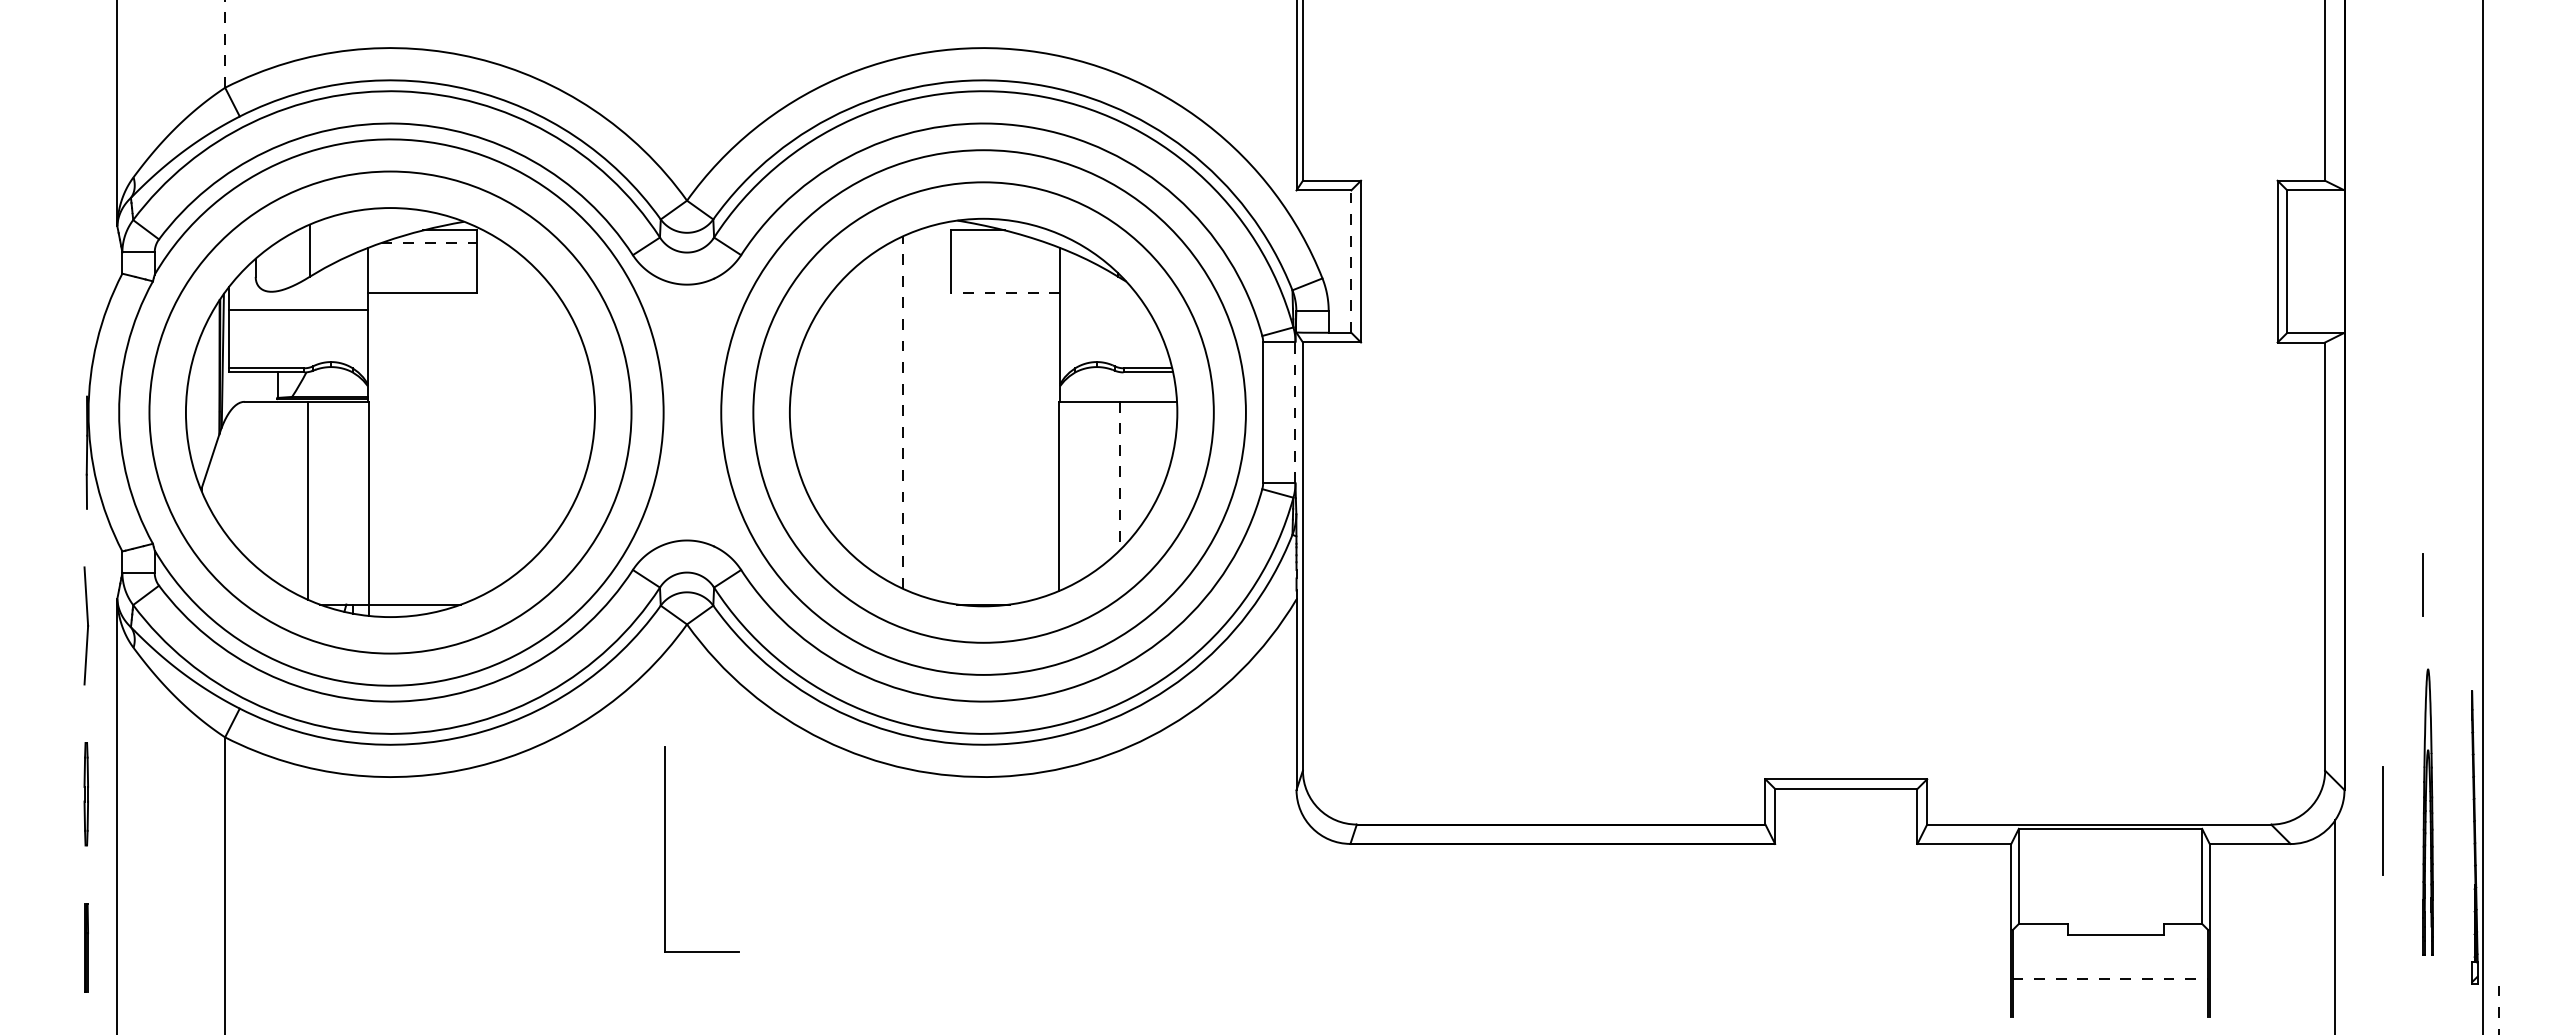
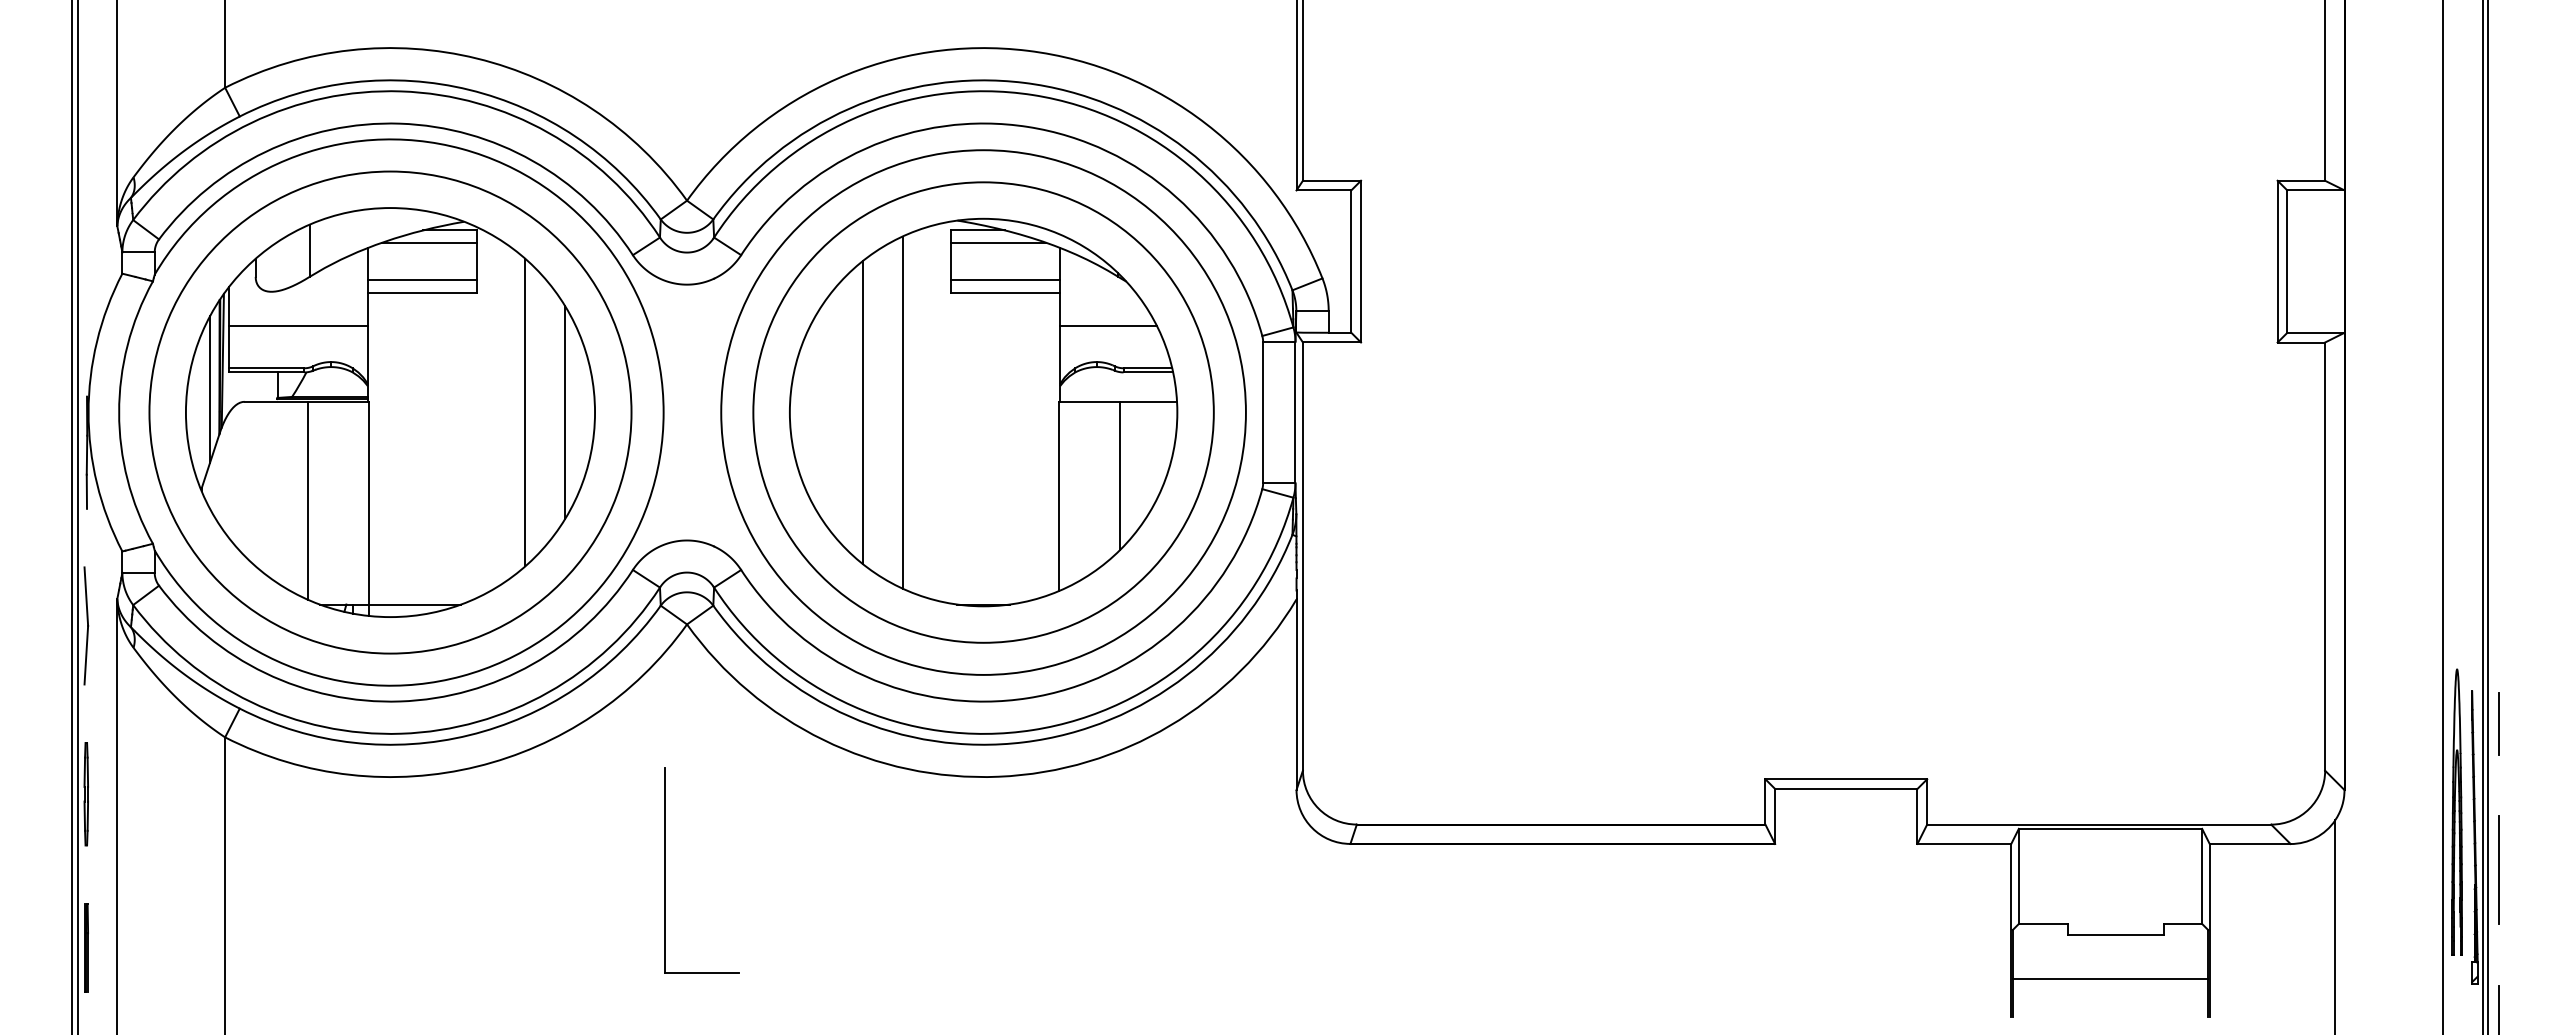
line at (225, 43): dashed -> solid
line at (429, 242): dashed -> solid
line at (998, 242): none -> present
line at (1351, 261): dashed -> solid
line at (421, 280): none -> present
line at (1005, 280): none -> present
line at (1005, 292): dashed -> solid
line at (297, 309) position: (297, 309) -> (297, 325)
line at (1108, 325): none -> present
line at (210, 389): none -> present
line at (525, 412): none -> present
line at (564, 412): none -> present
line at (863, 412): none -> present
line at (902, 412): dashed -> solid
line at (1295, 412): dashed -> solid
line at (1120, 476): dashed -> solid
line at (72, 516): none -> present
line at (77, 516): none -> present
line at (2442, 516): none -> present
line at (2488, 516): none -> present
line at (2422, 584) position: (2422, 584) -> (2498, 723)
part at (2427, 811) position: (2427, 811) -> (2456, 811)
line at (2382, 820) position: (2382, 820) -> (2498, 869)
part at (665, 849) position: (665, 849) -> (665, 870)
line at (2110, 978): dashed -> solid
line at (2498, 1010): dashed -> solid
